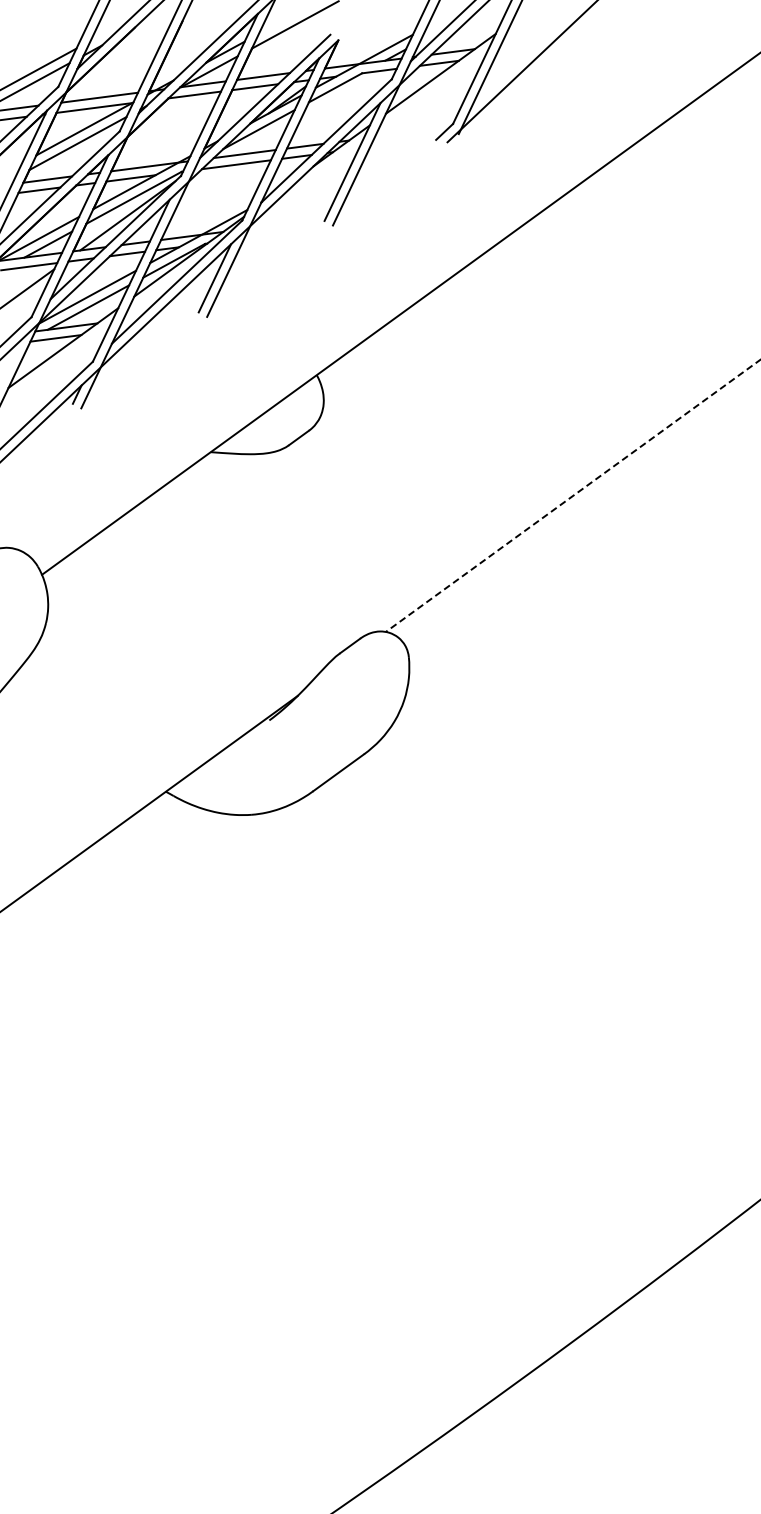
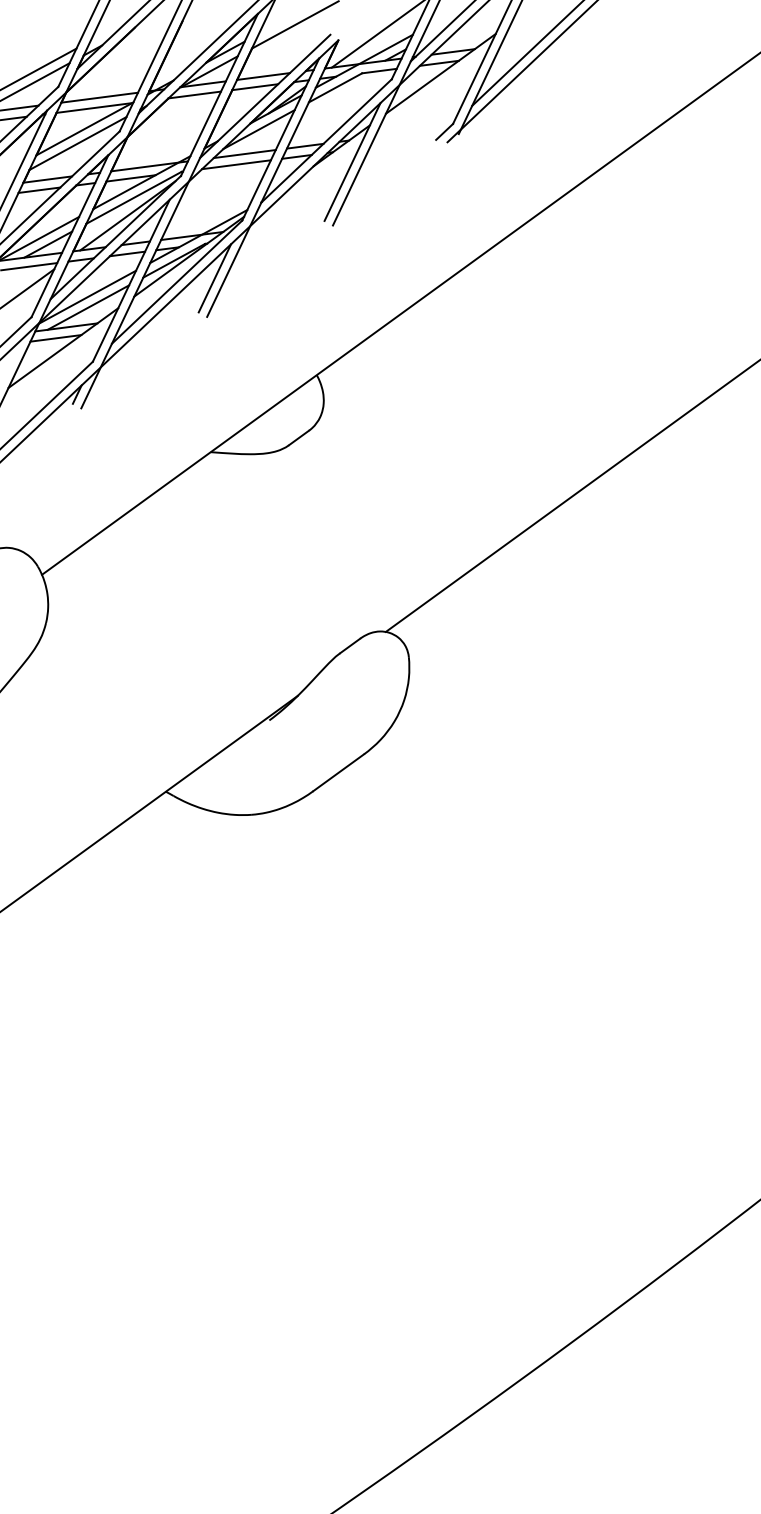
line at (376, 34): none -> present
line at (527, 53): none -> present
line at (573, 495): dashed -> solid
